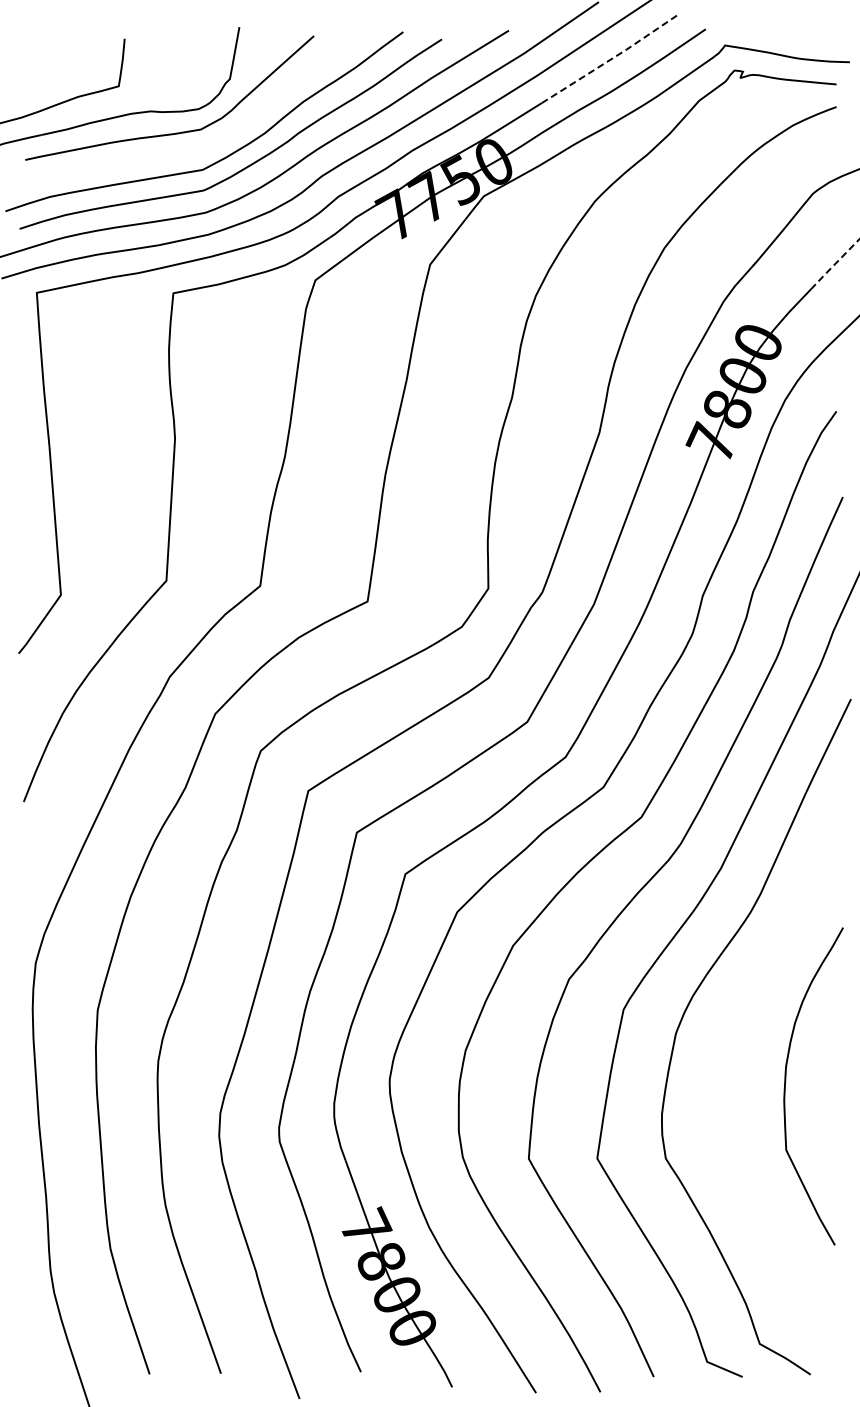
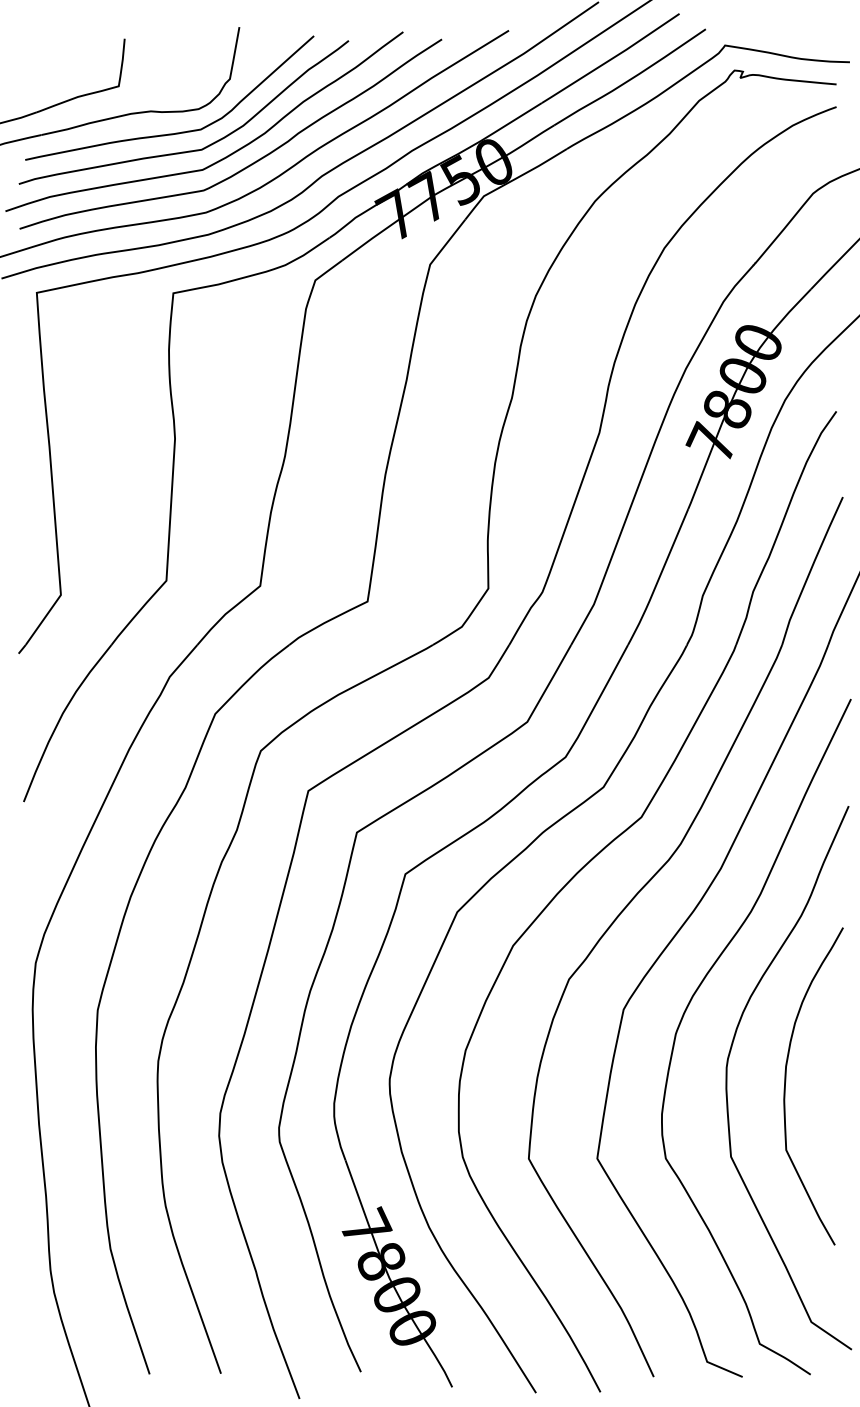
line at (611, 59): dashed -> solid
curve at (188, 150): none -> present
line at (834, 264): dashed -> solid
curve at (727, 1078): none -> present
